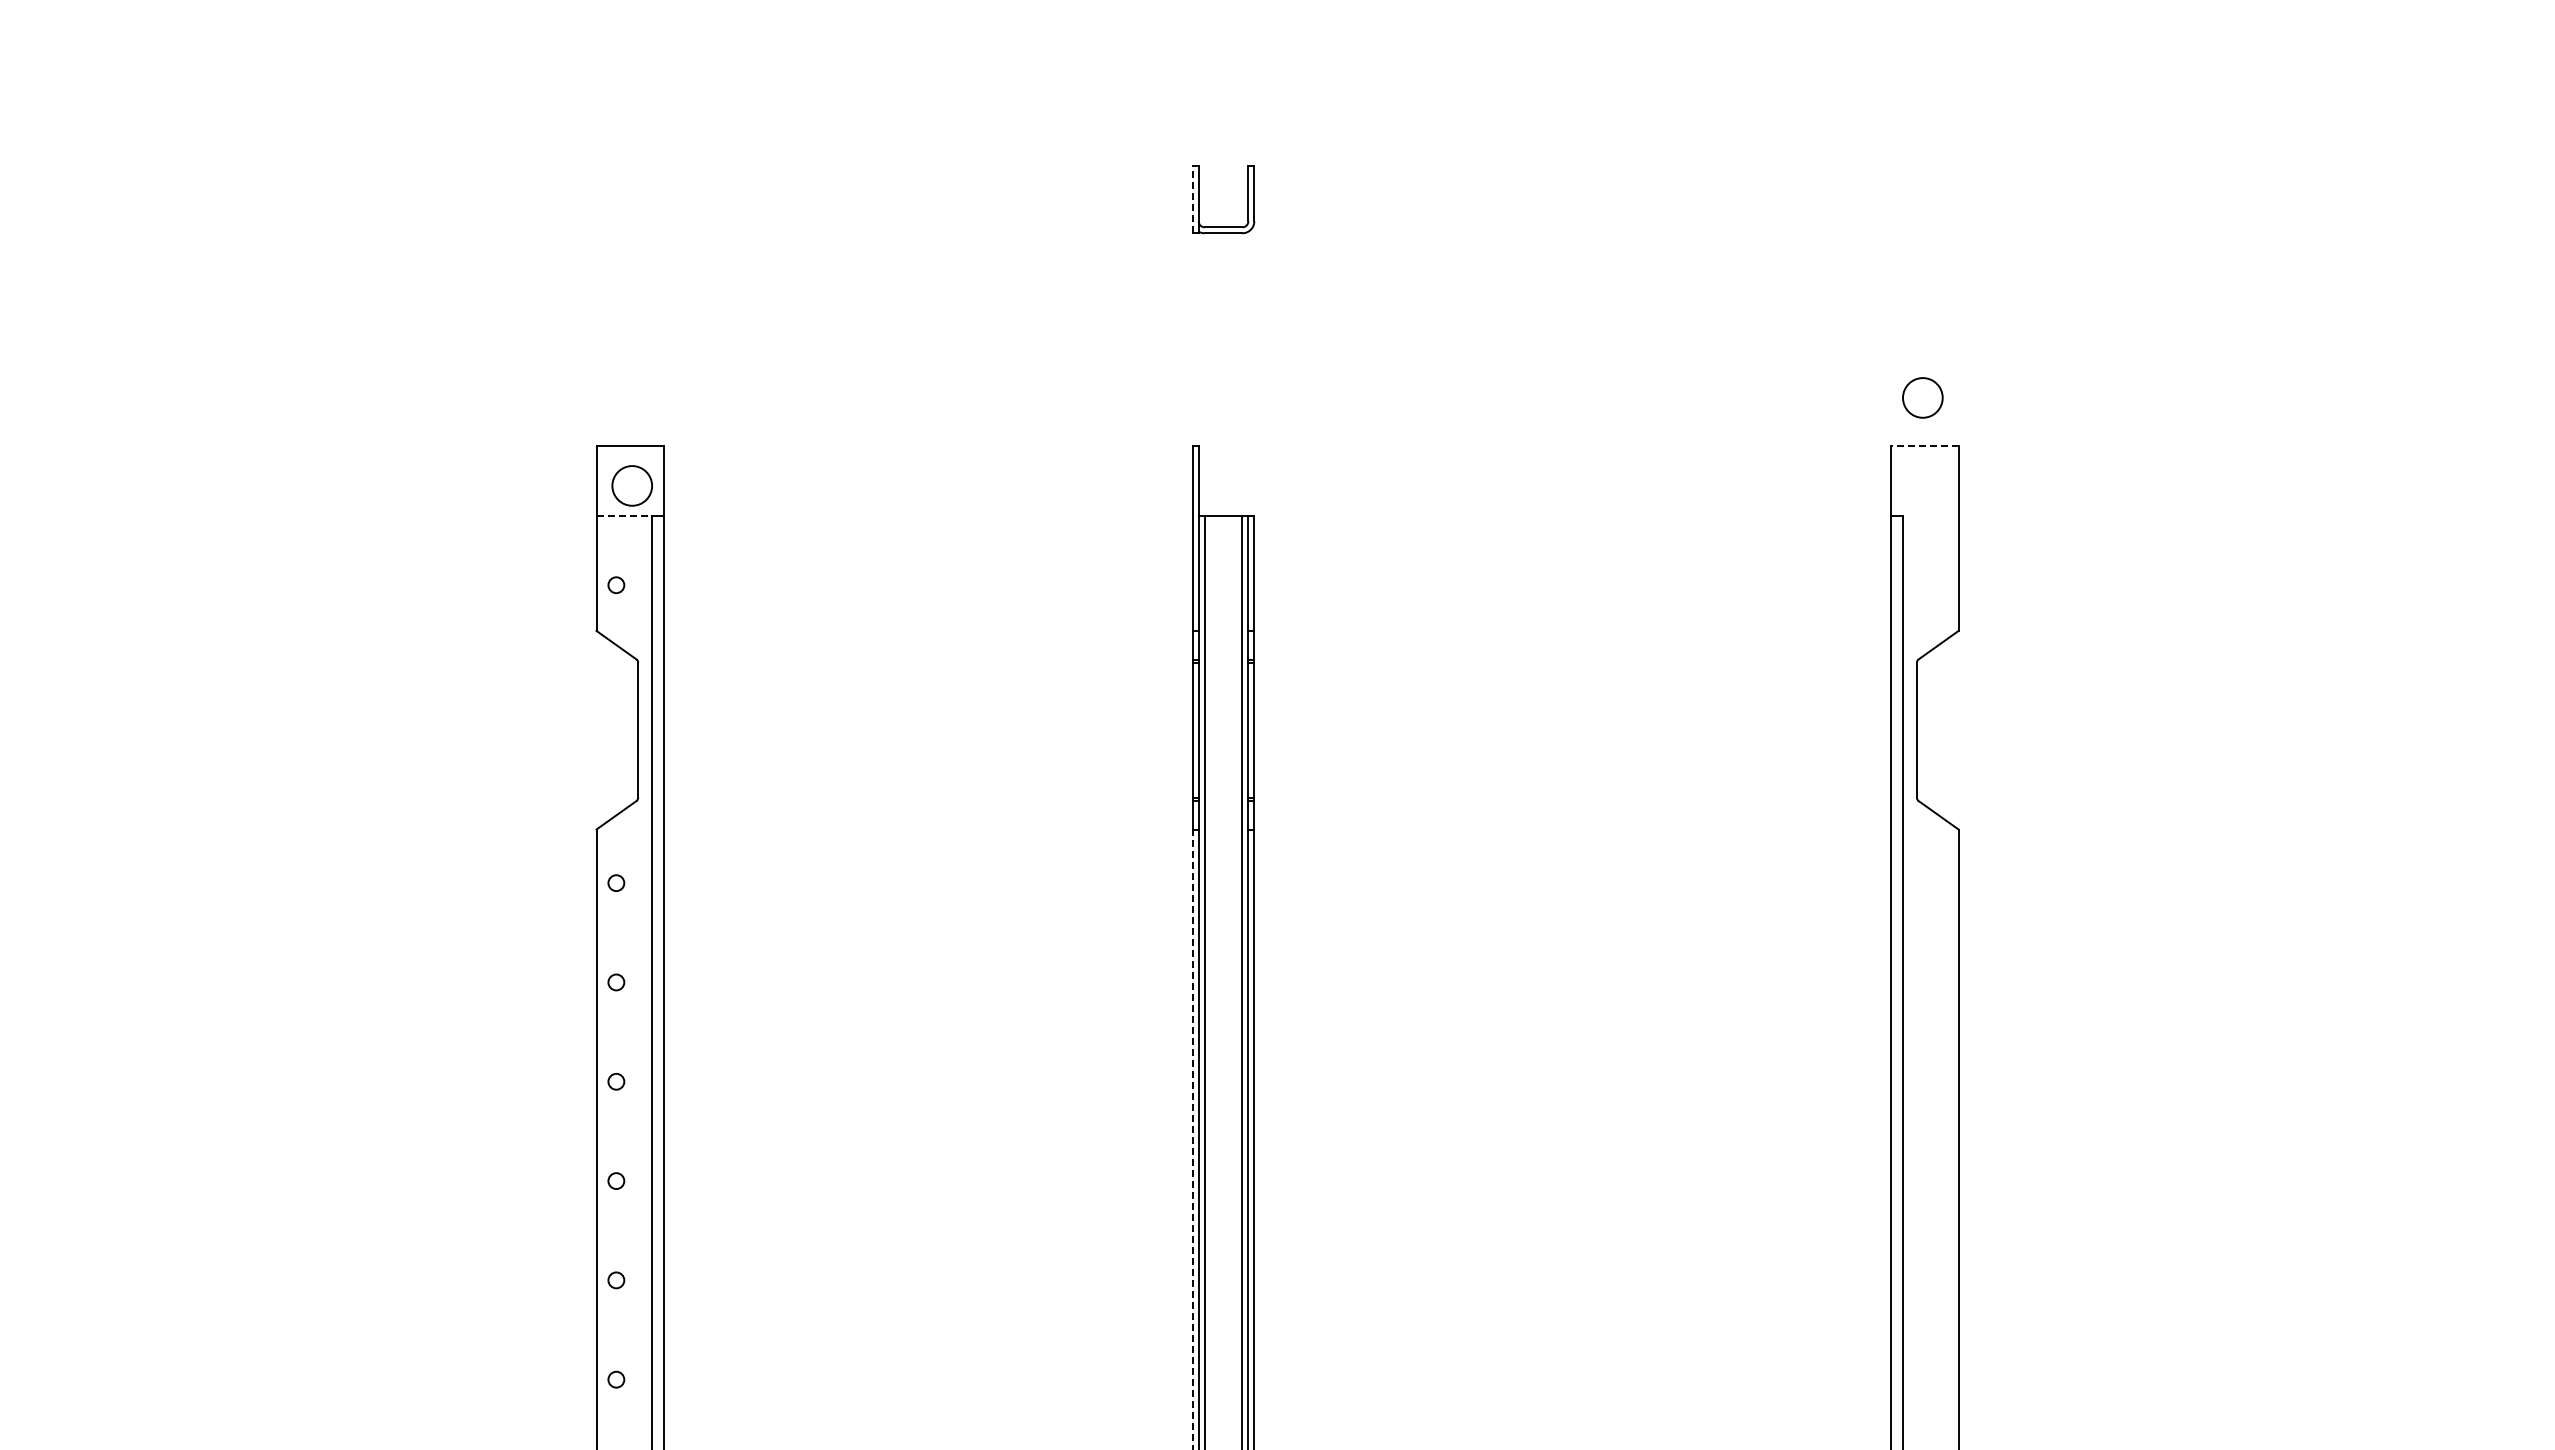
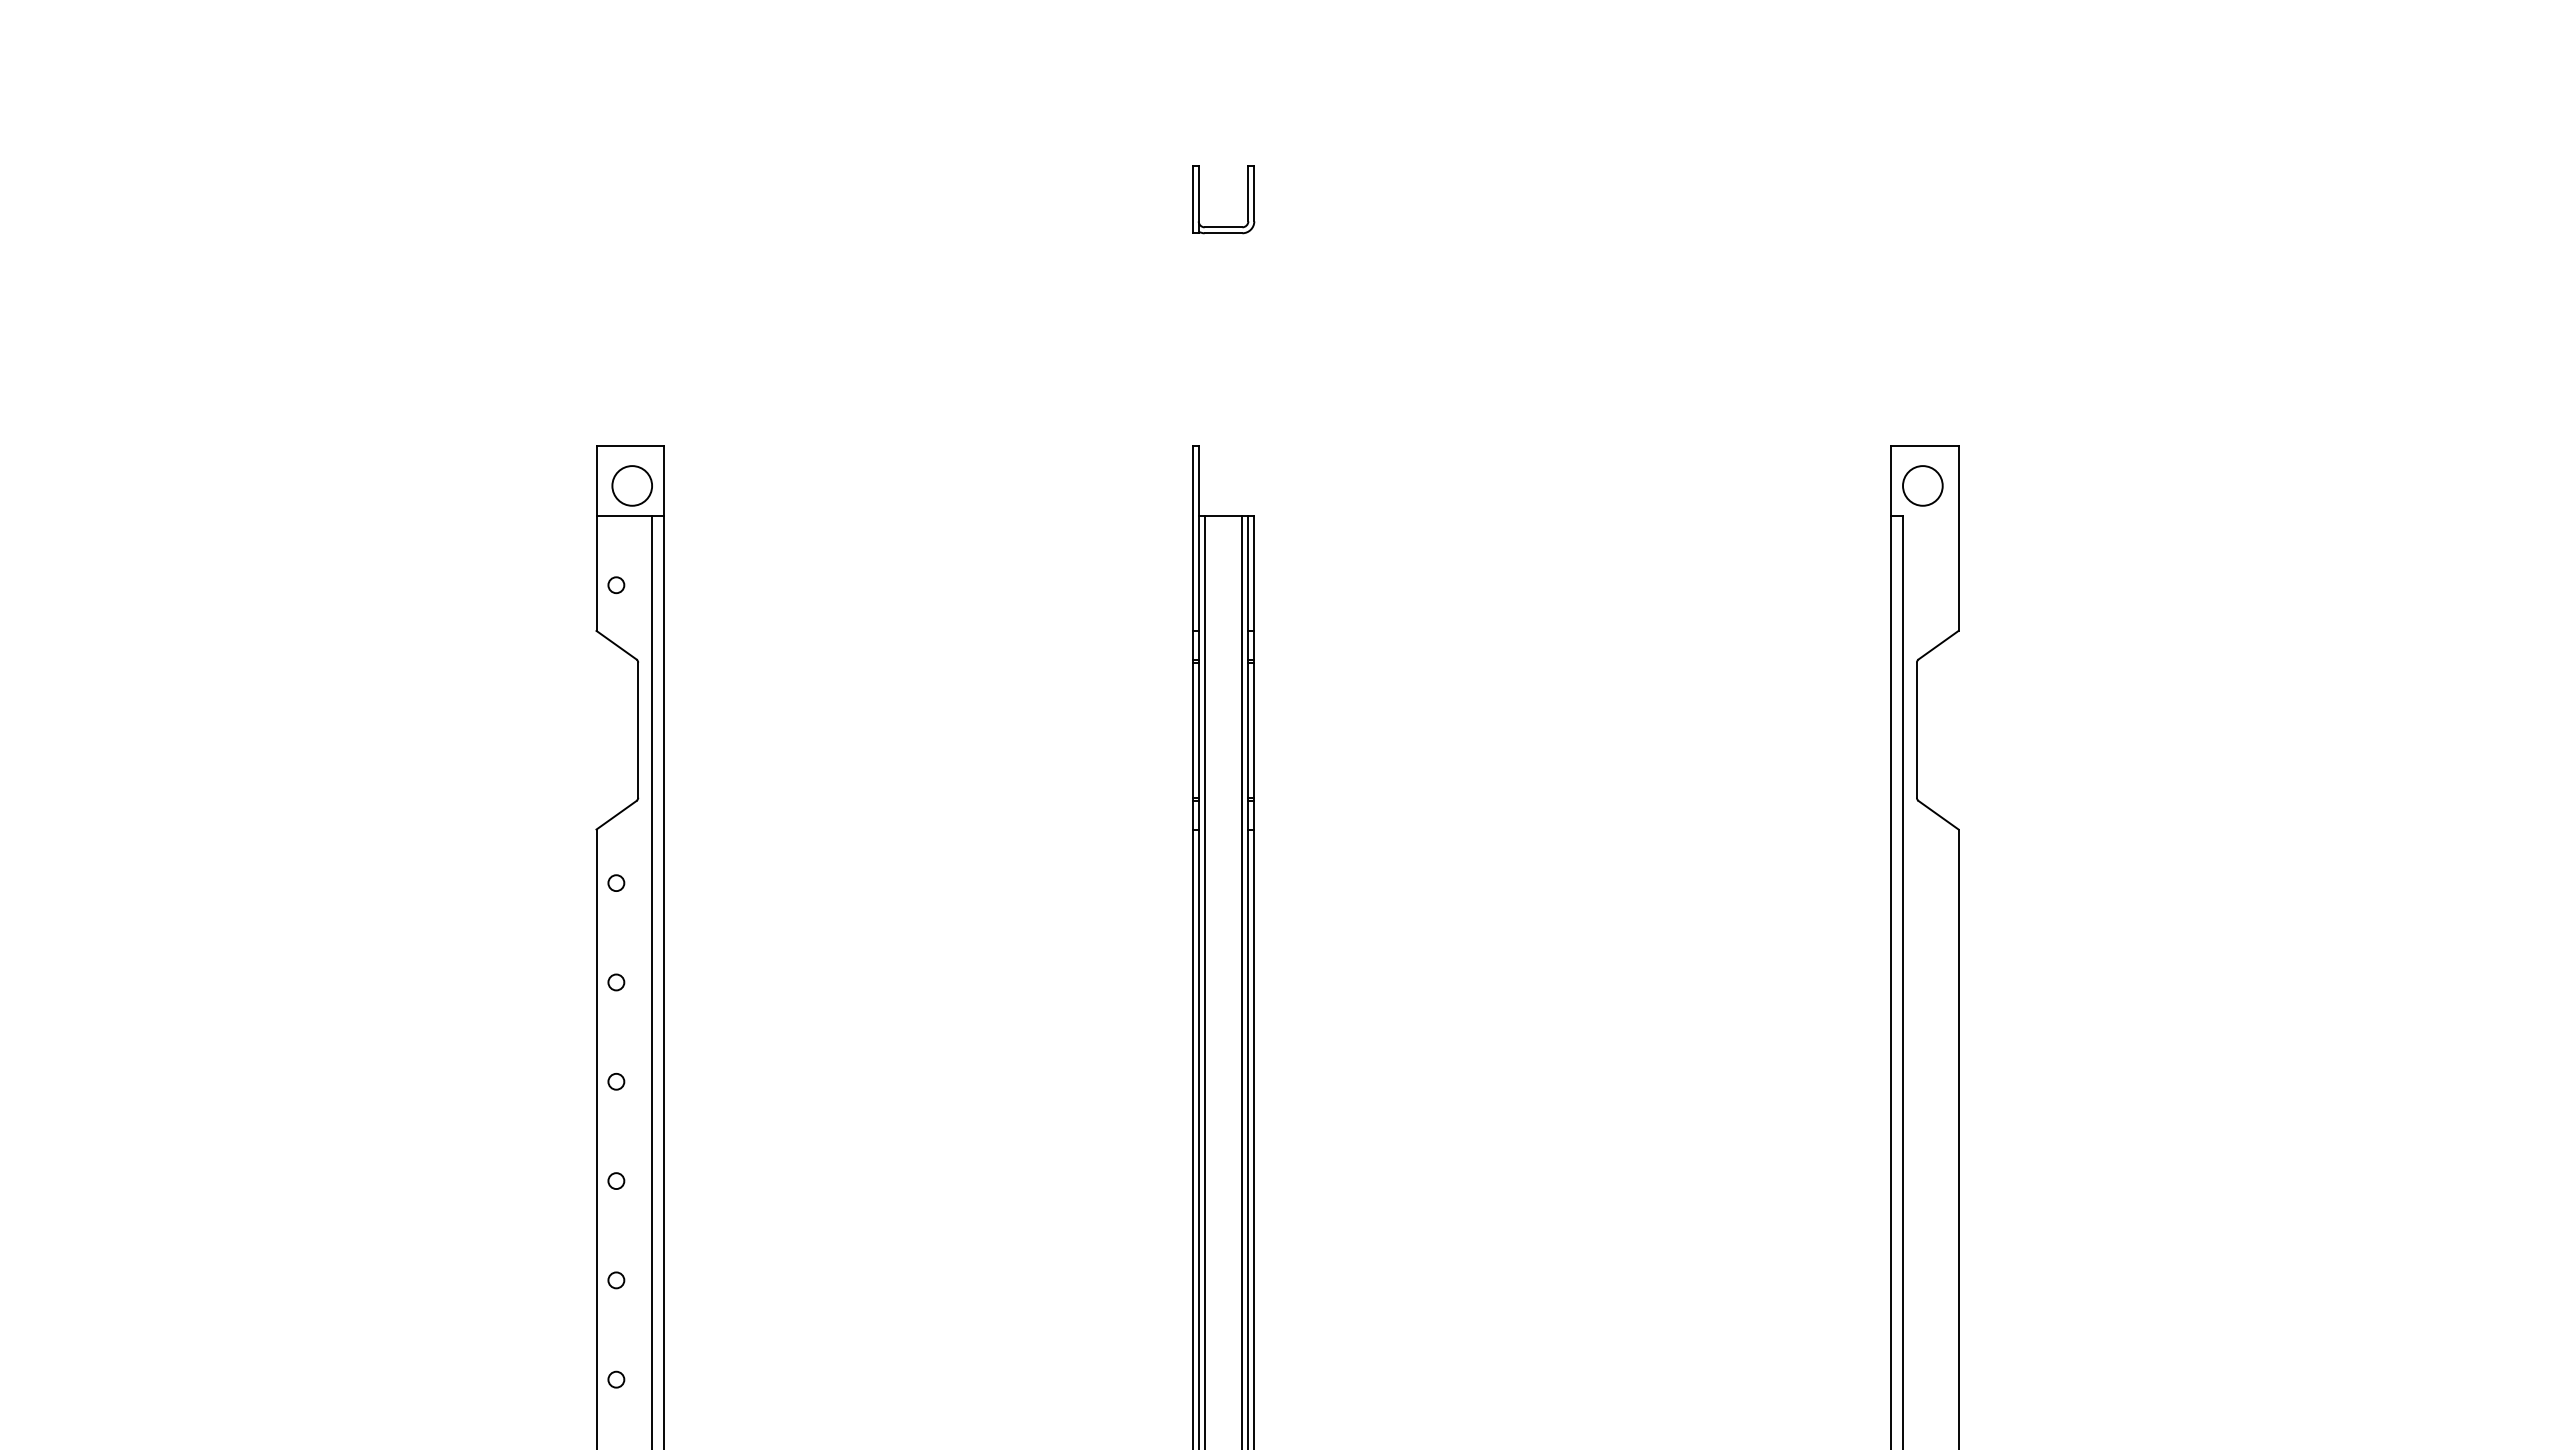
line at (1192, 199): dashed -> solid
circle at (1922, 397) position: (1922, 397) -> (1922, 485)
line at (1924, 446): dashed -> solid
line at (624, 515): dashed -> solid
line at (1192, 1139): dashed -> solid
